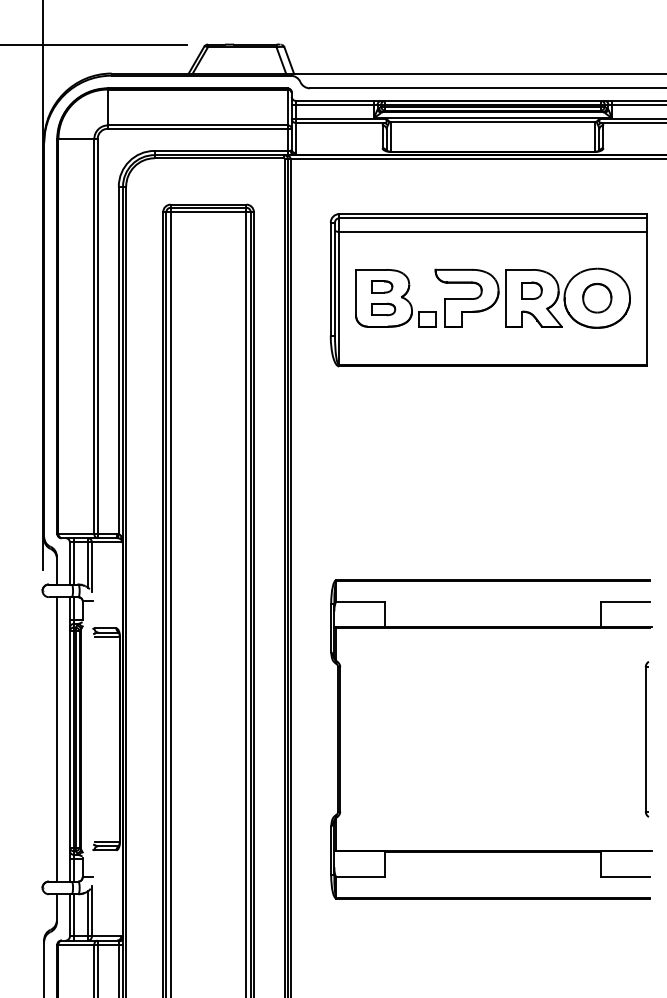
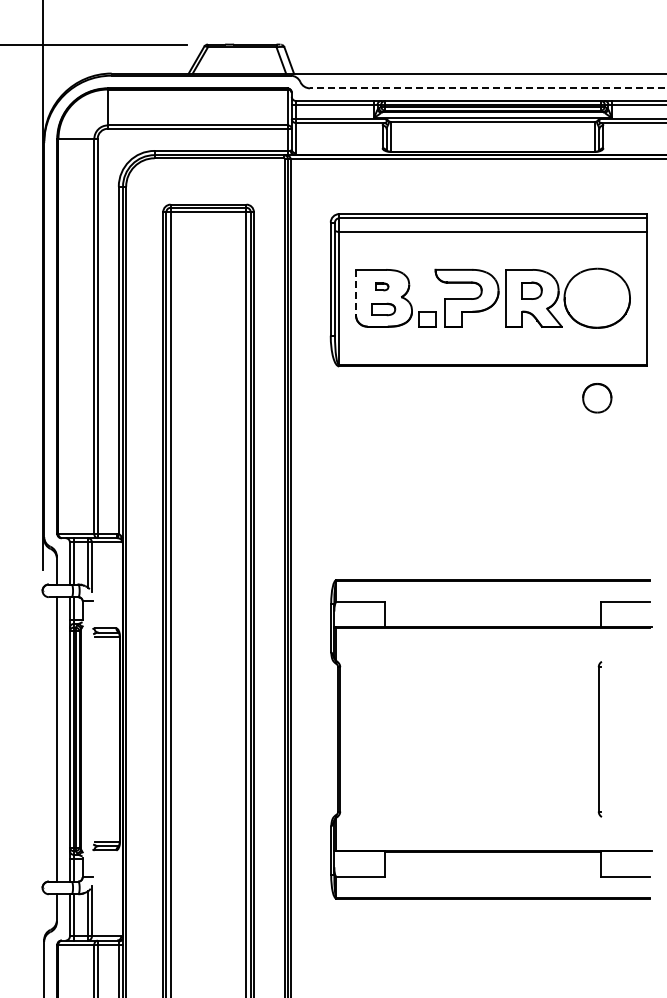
line at (488, 88): solid -> dashed
part at (382, 286) size: 23x14 px -> 15x10 px
line at (355, 292): solid -> dashed
part at (597, 298) position: (597, 298) -> (597, 398)
part at (646, 739) position: (646, 739) -> (599, 739)
